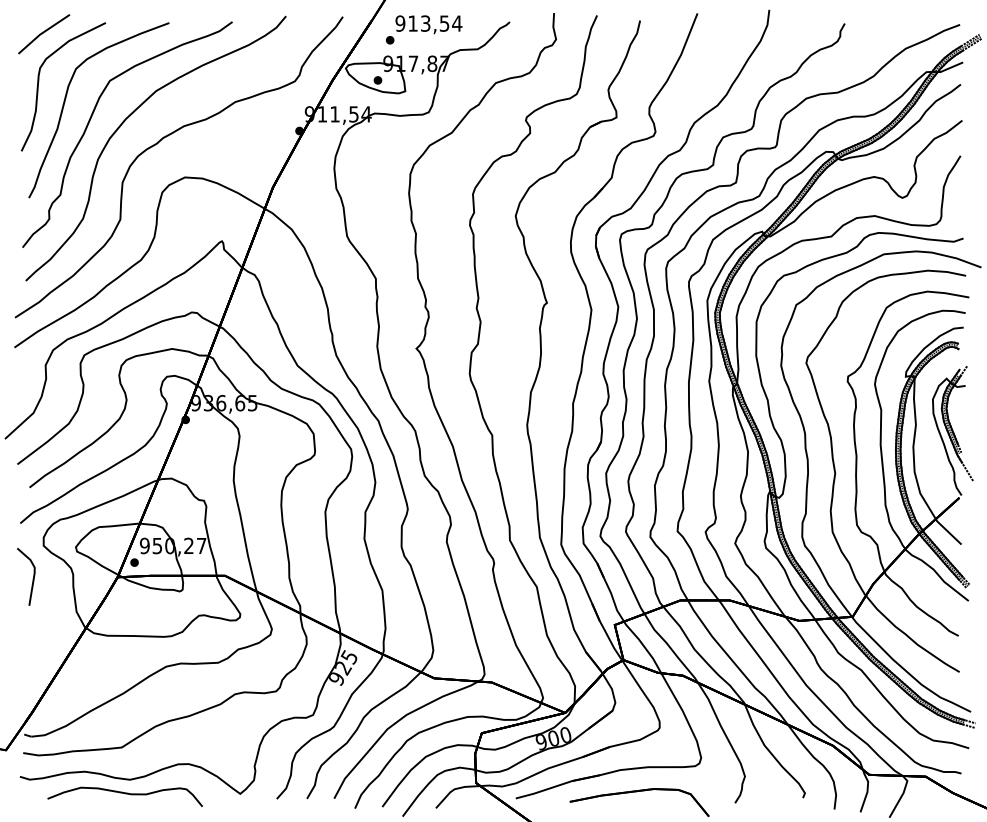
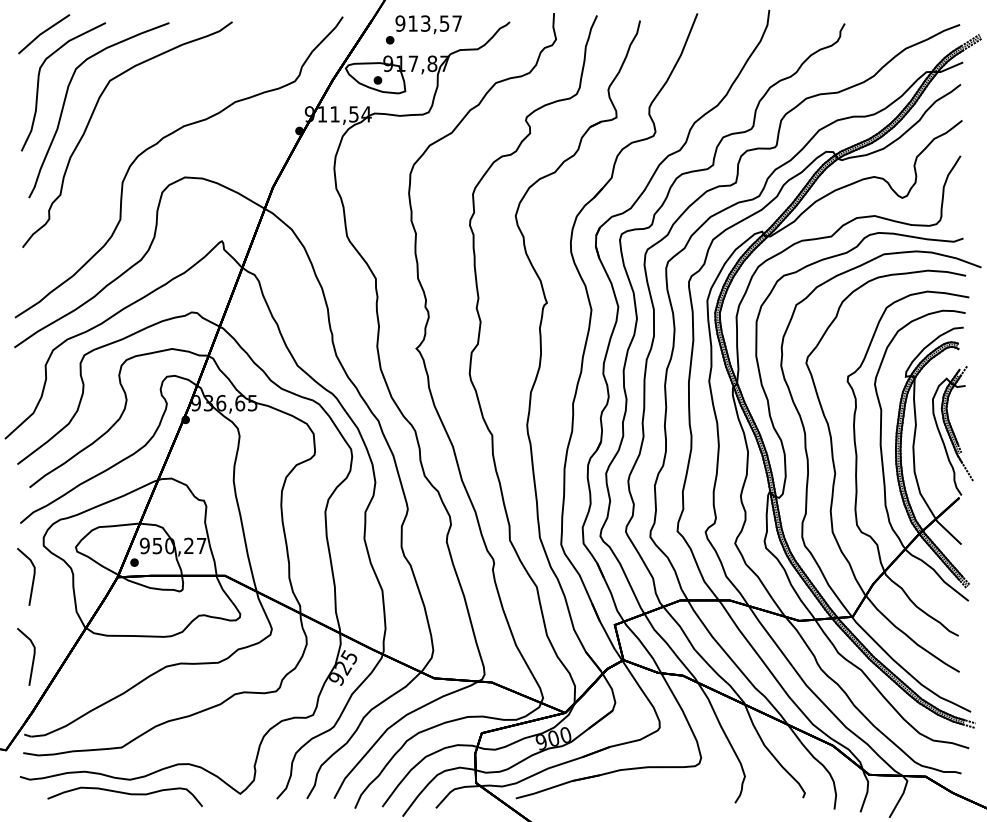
text at (457, 23): 913,54 -> 913,57
curve at (125, 121): present -> none
line at (32, 658): none -> present
part at (637, 792): present -> none
